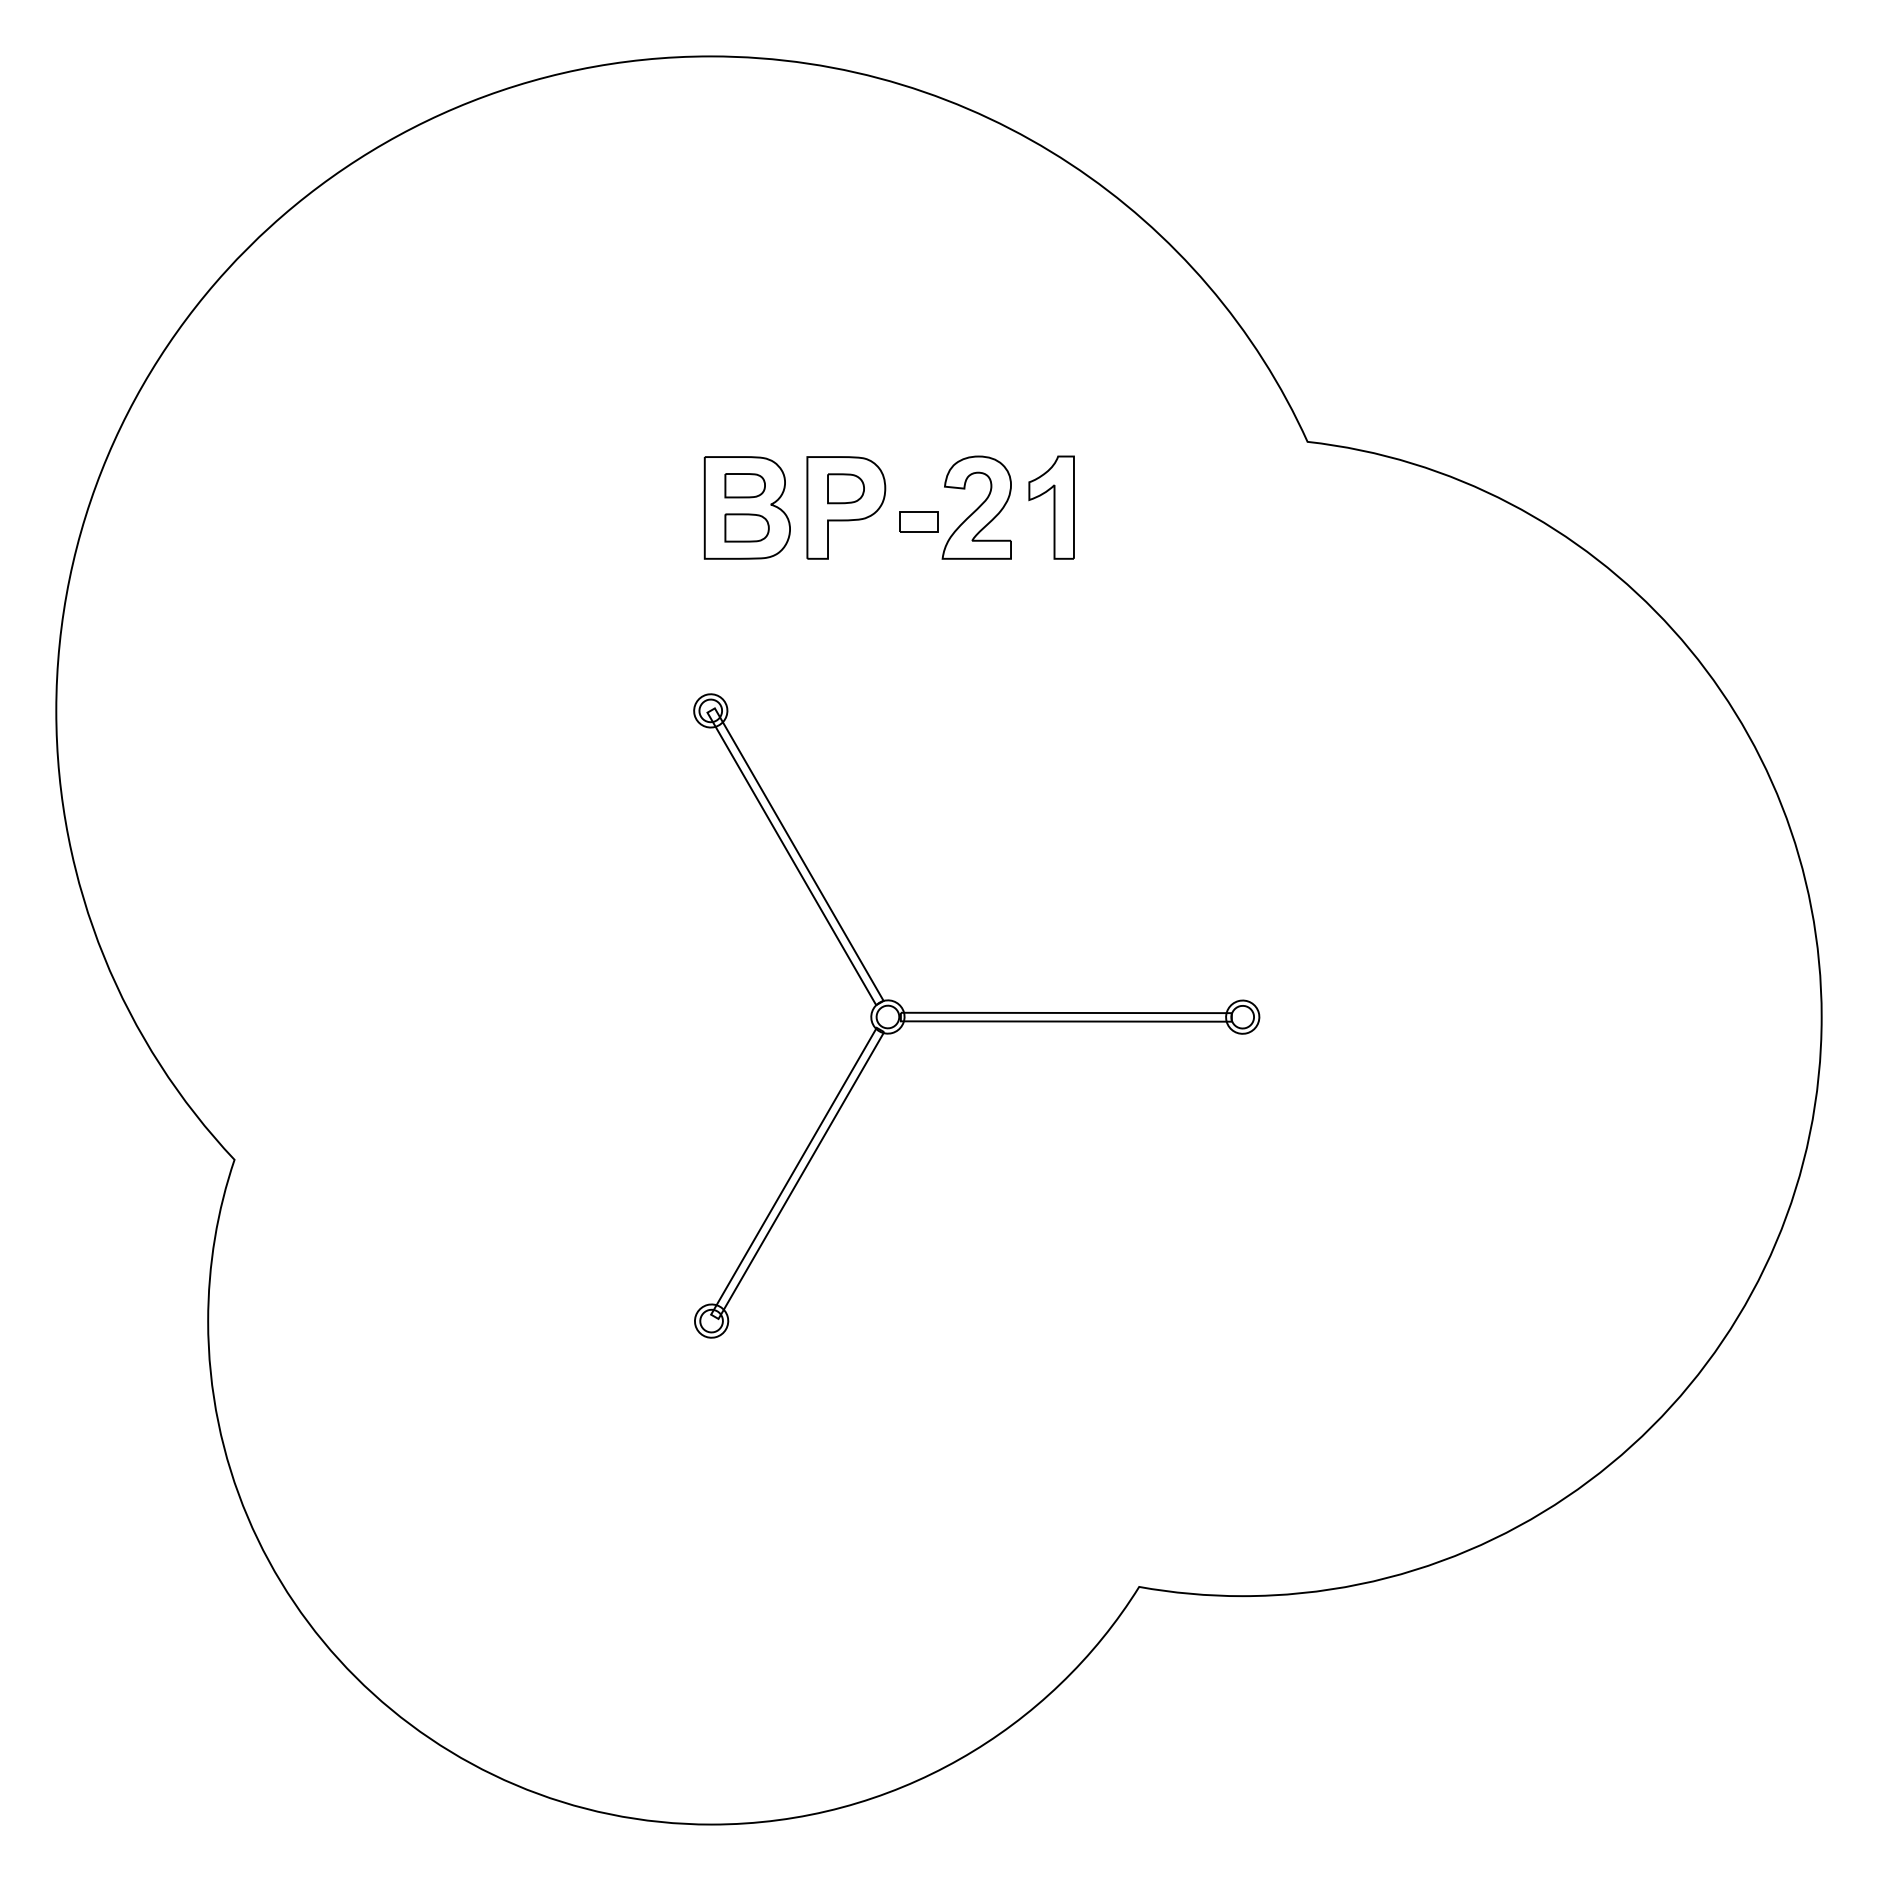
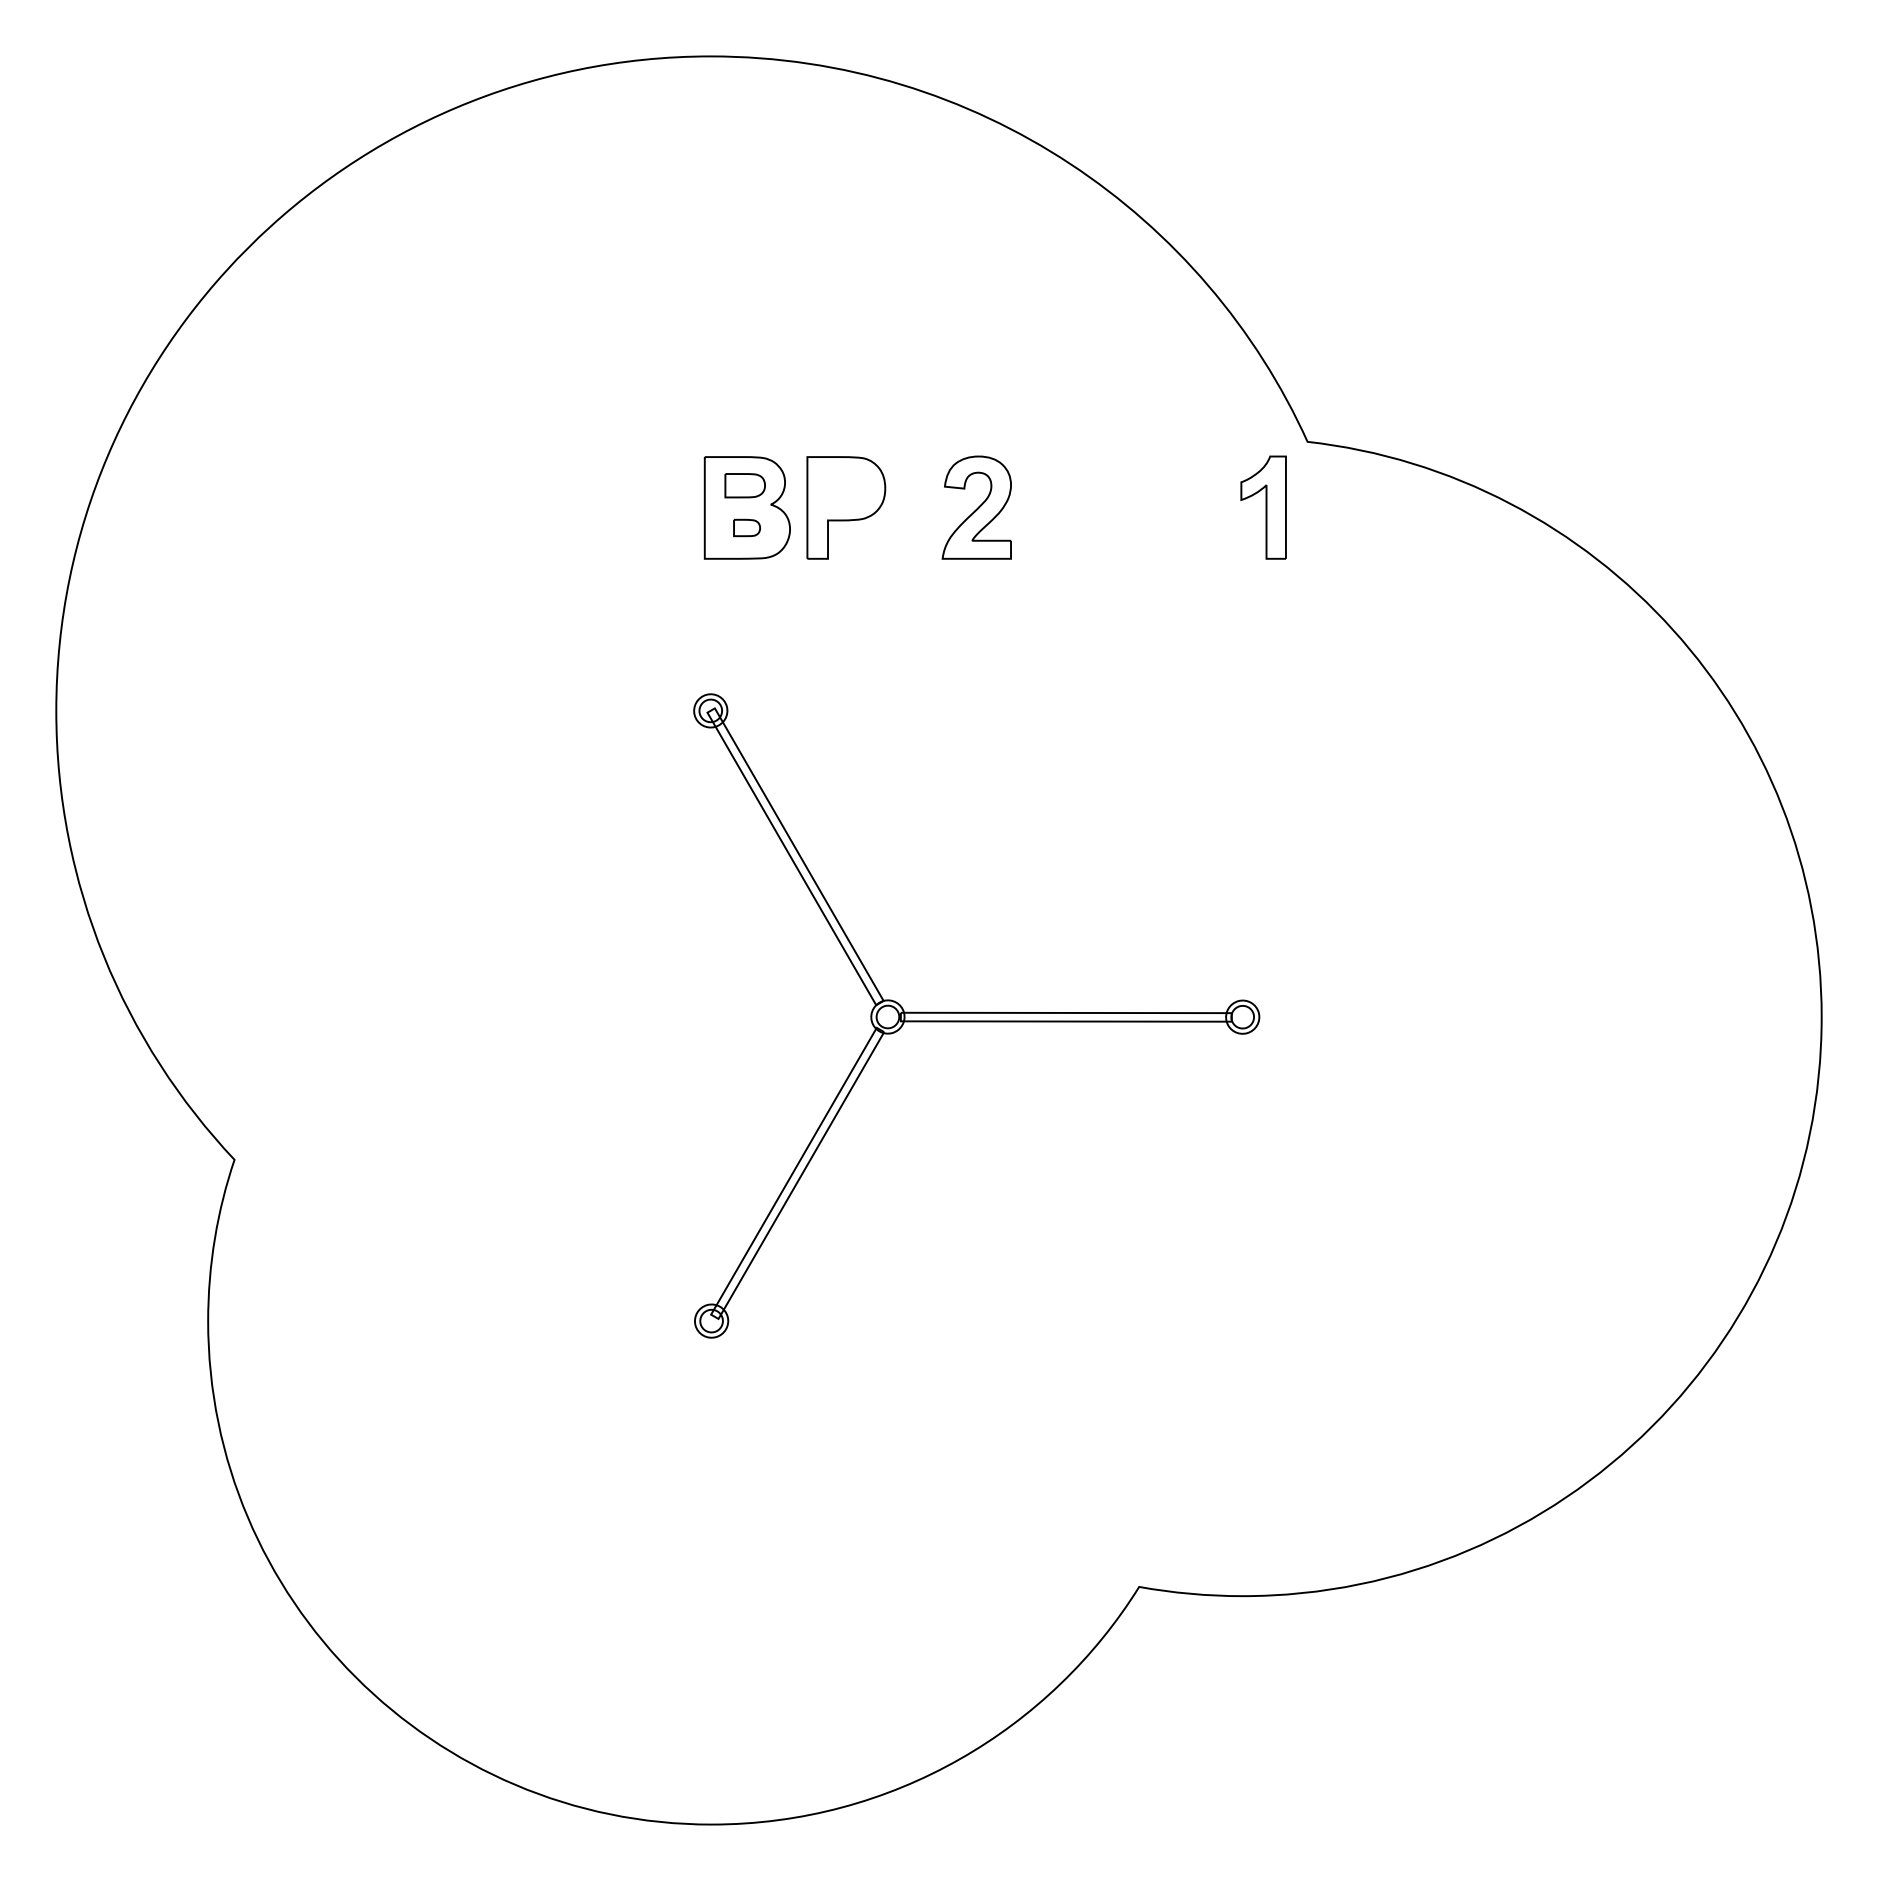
part at (845, 488): present -> none
part at (1051, 507) position: (1051, 507) -> (1263, 507)
part at (918, 521): present -> none
part at (746, 527) size: 46x30 px -> 28x20 px
